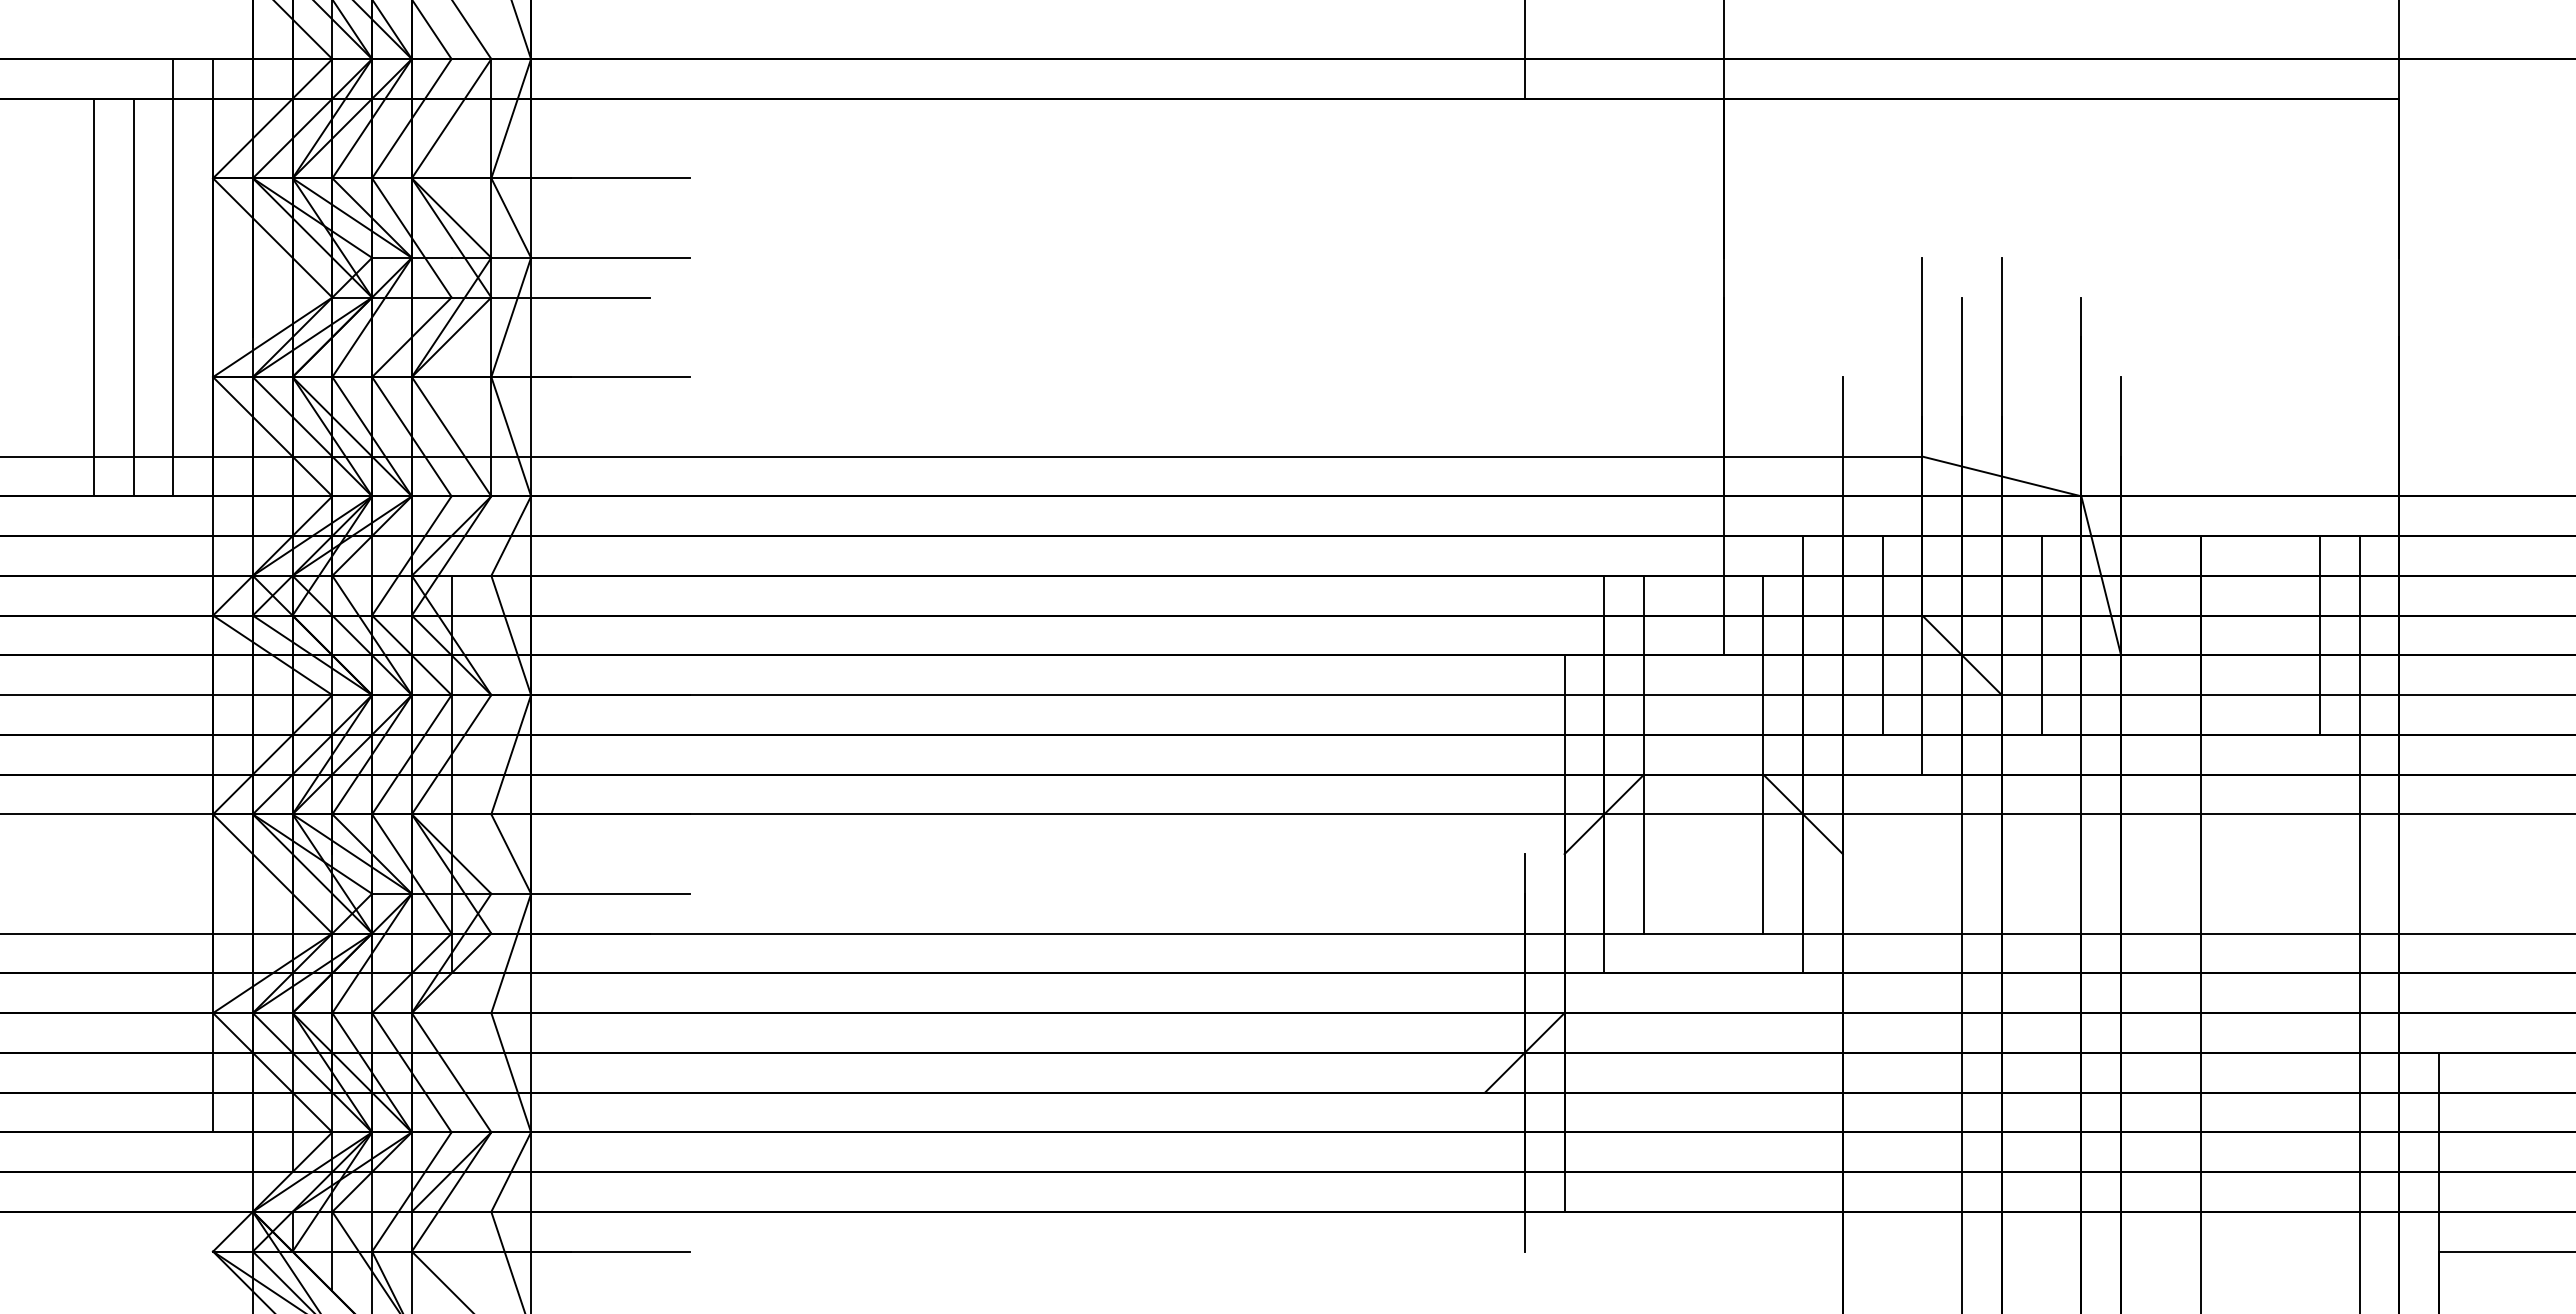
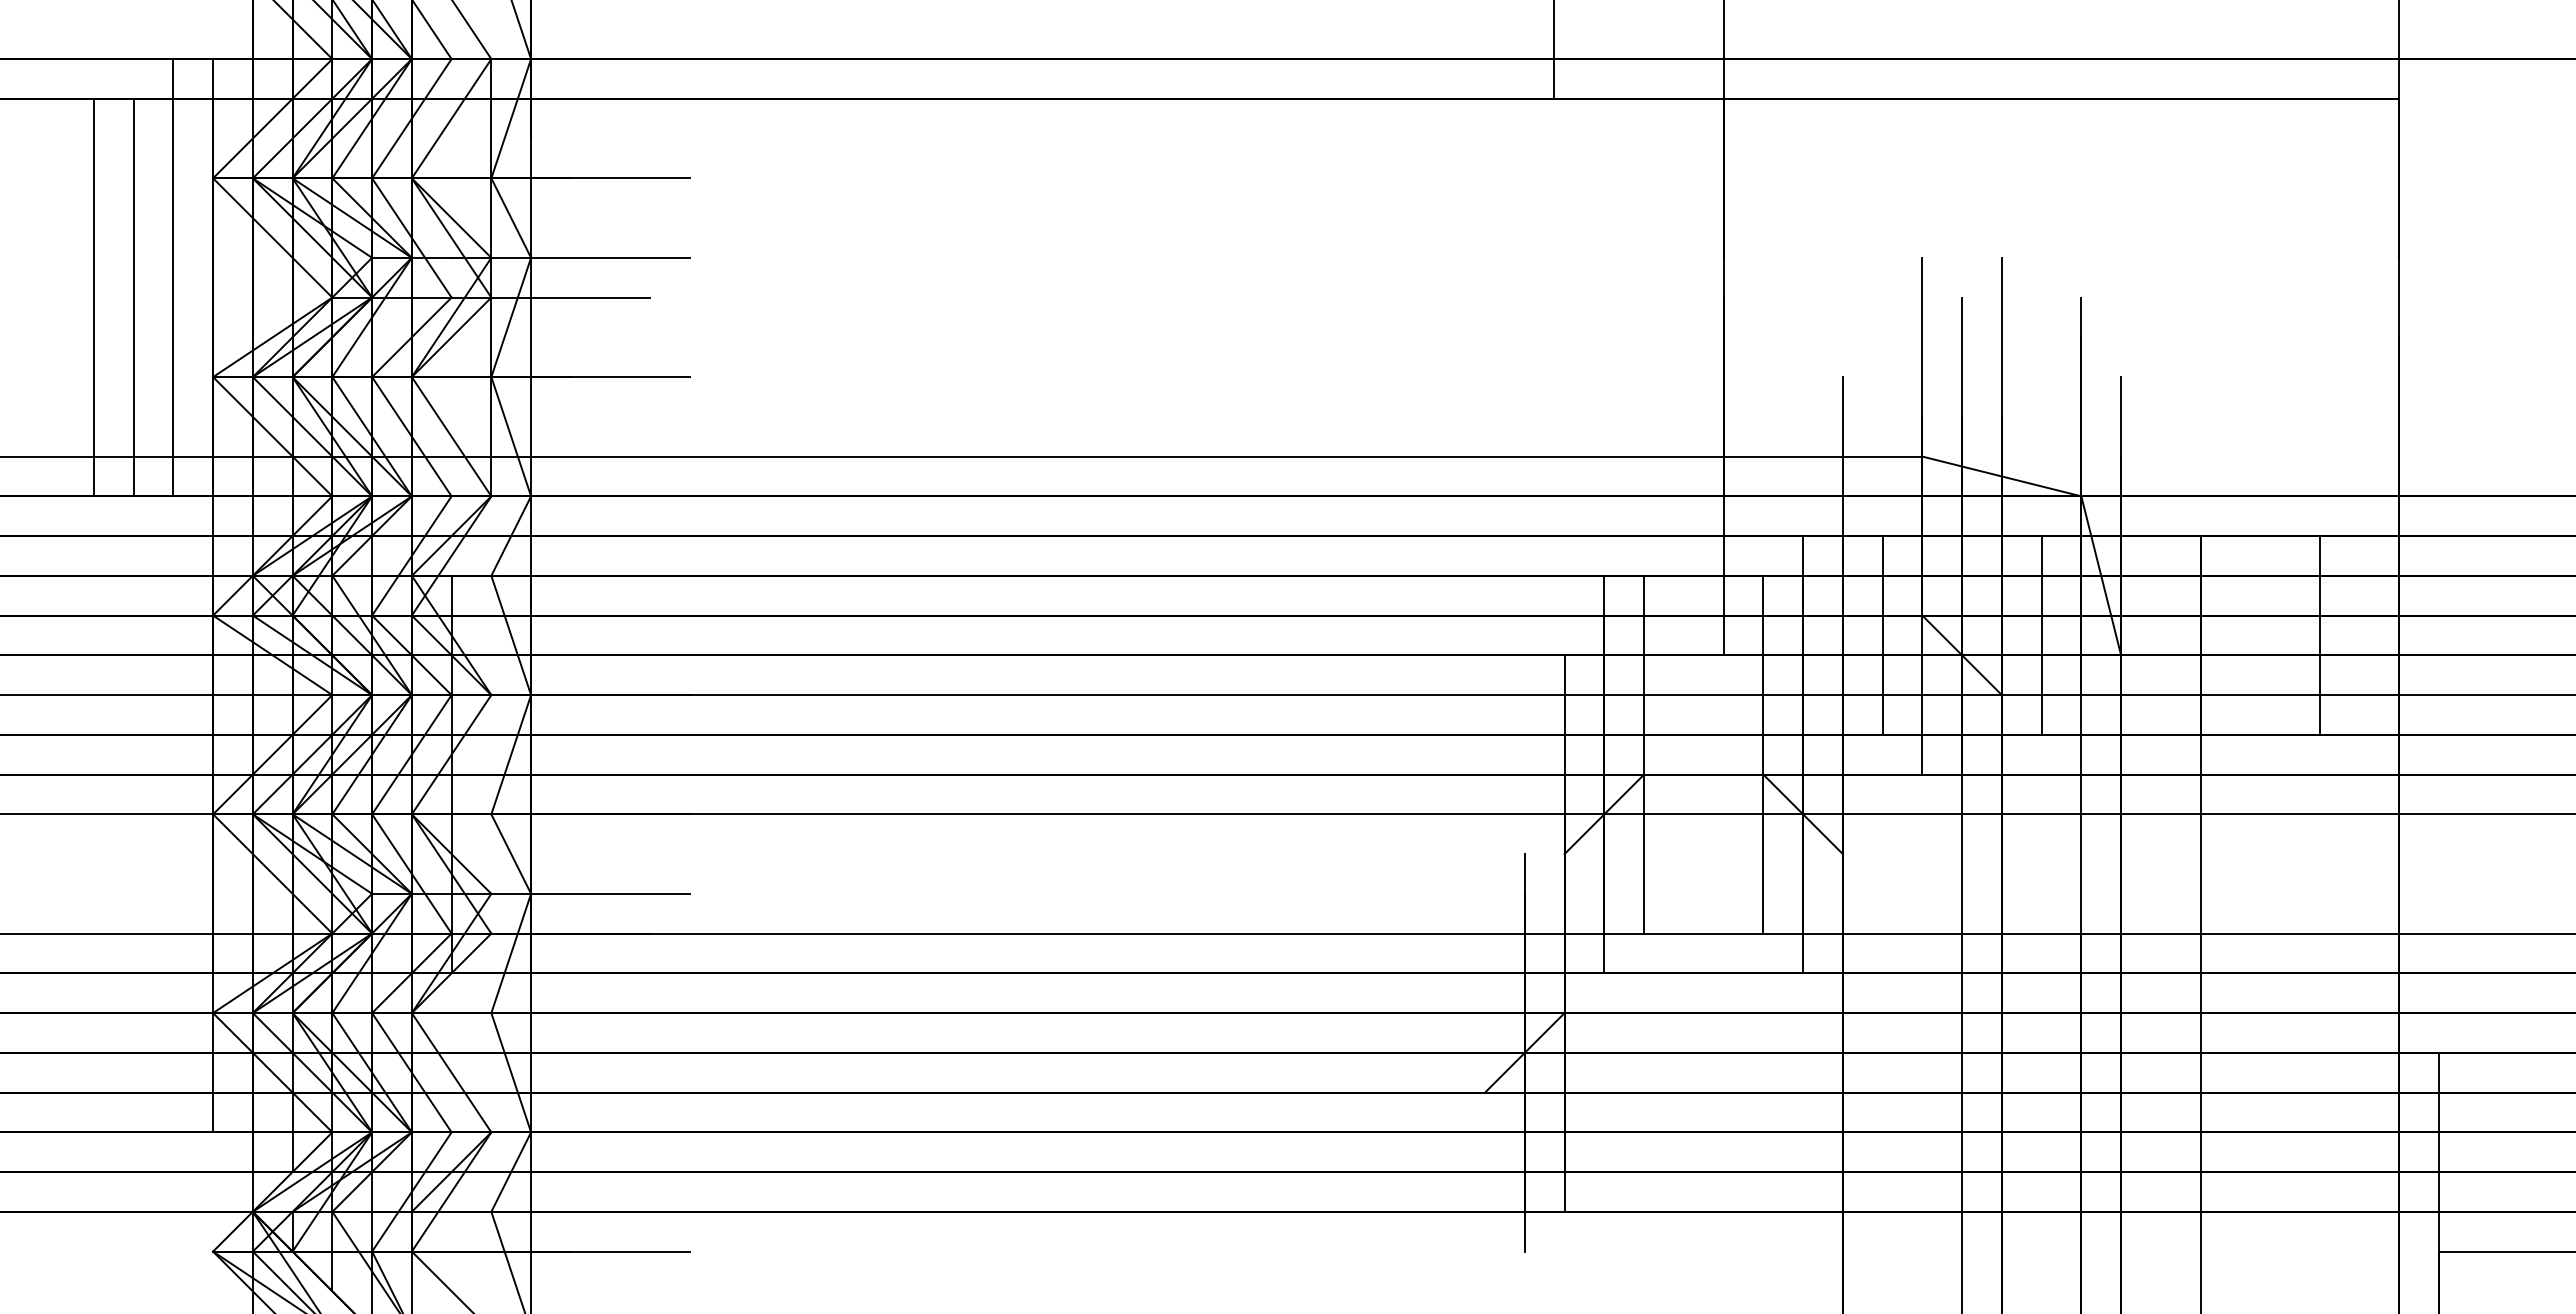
line at (1524, 50) position: (1524, 50) -> (1553, 50)
line at (2359, 923): present -> none
